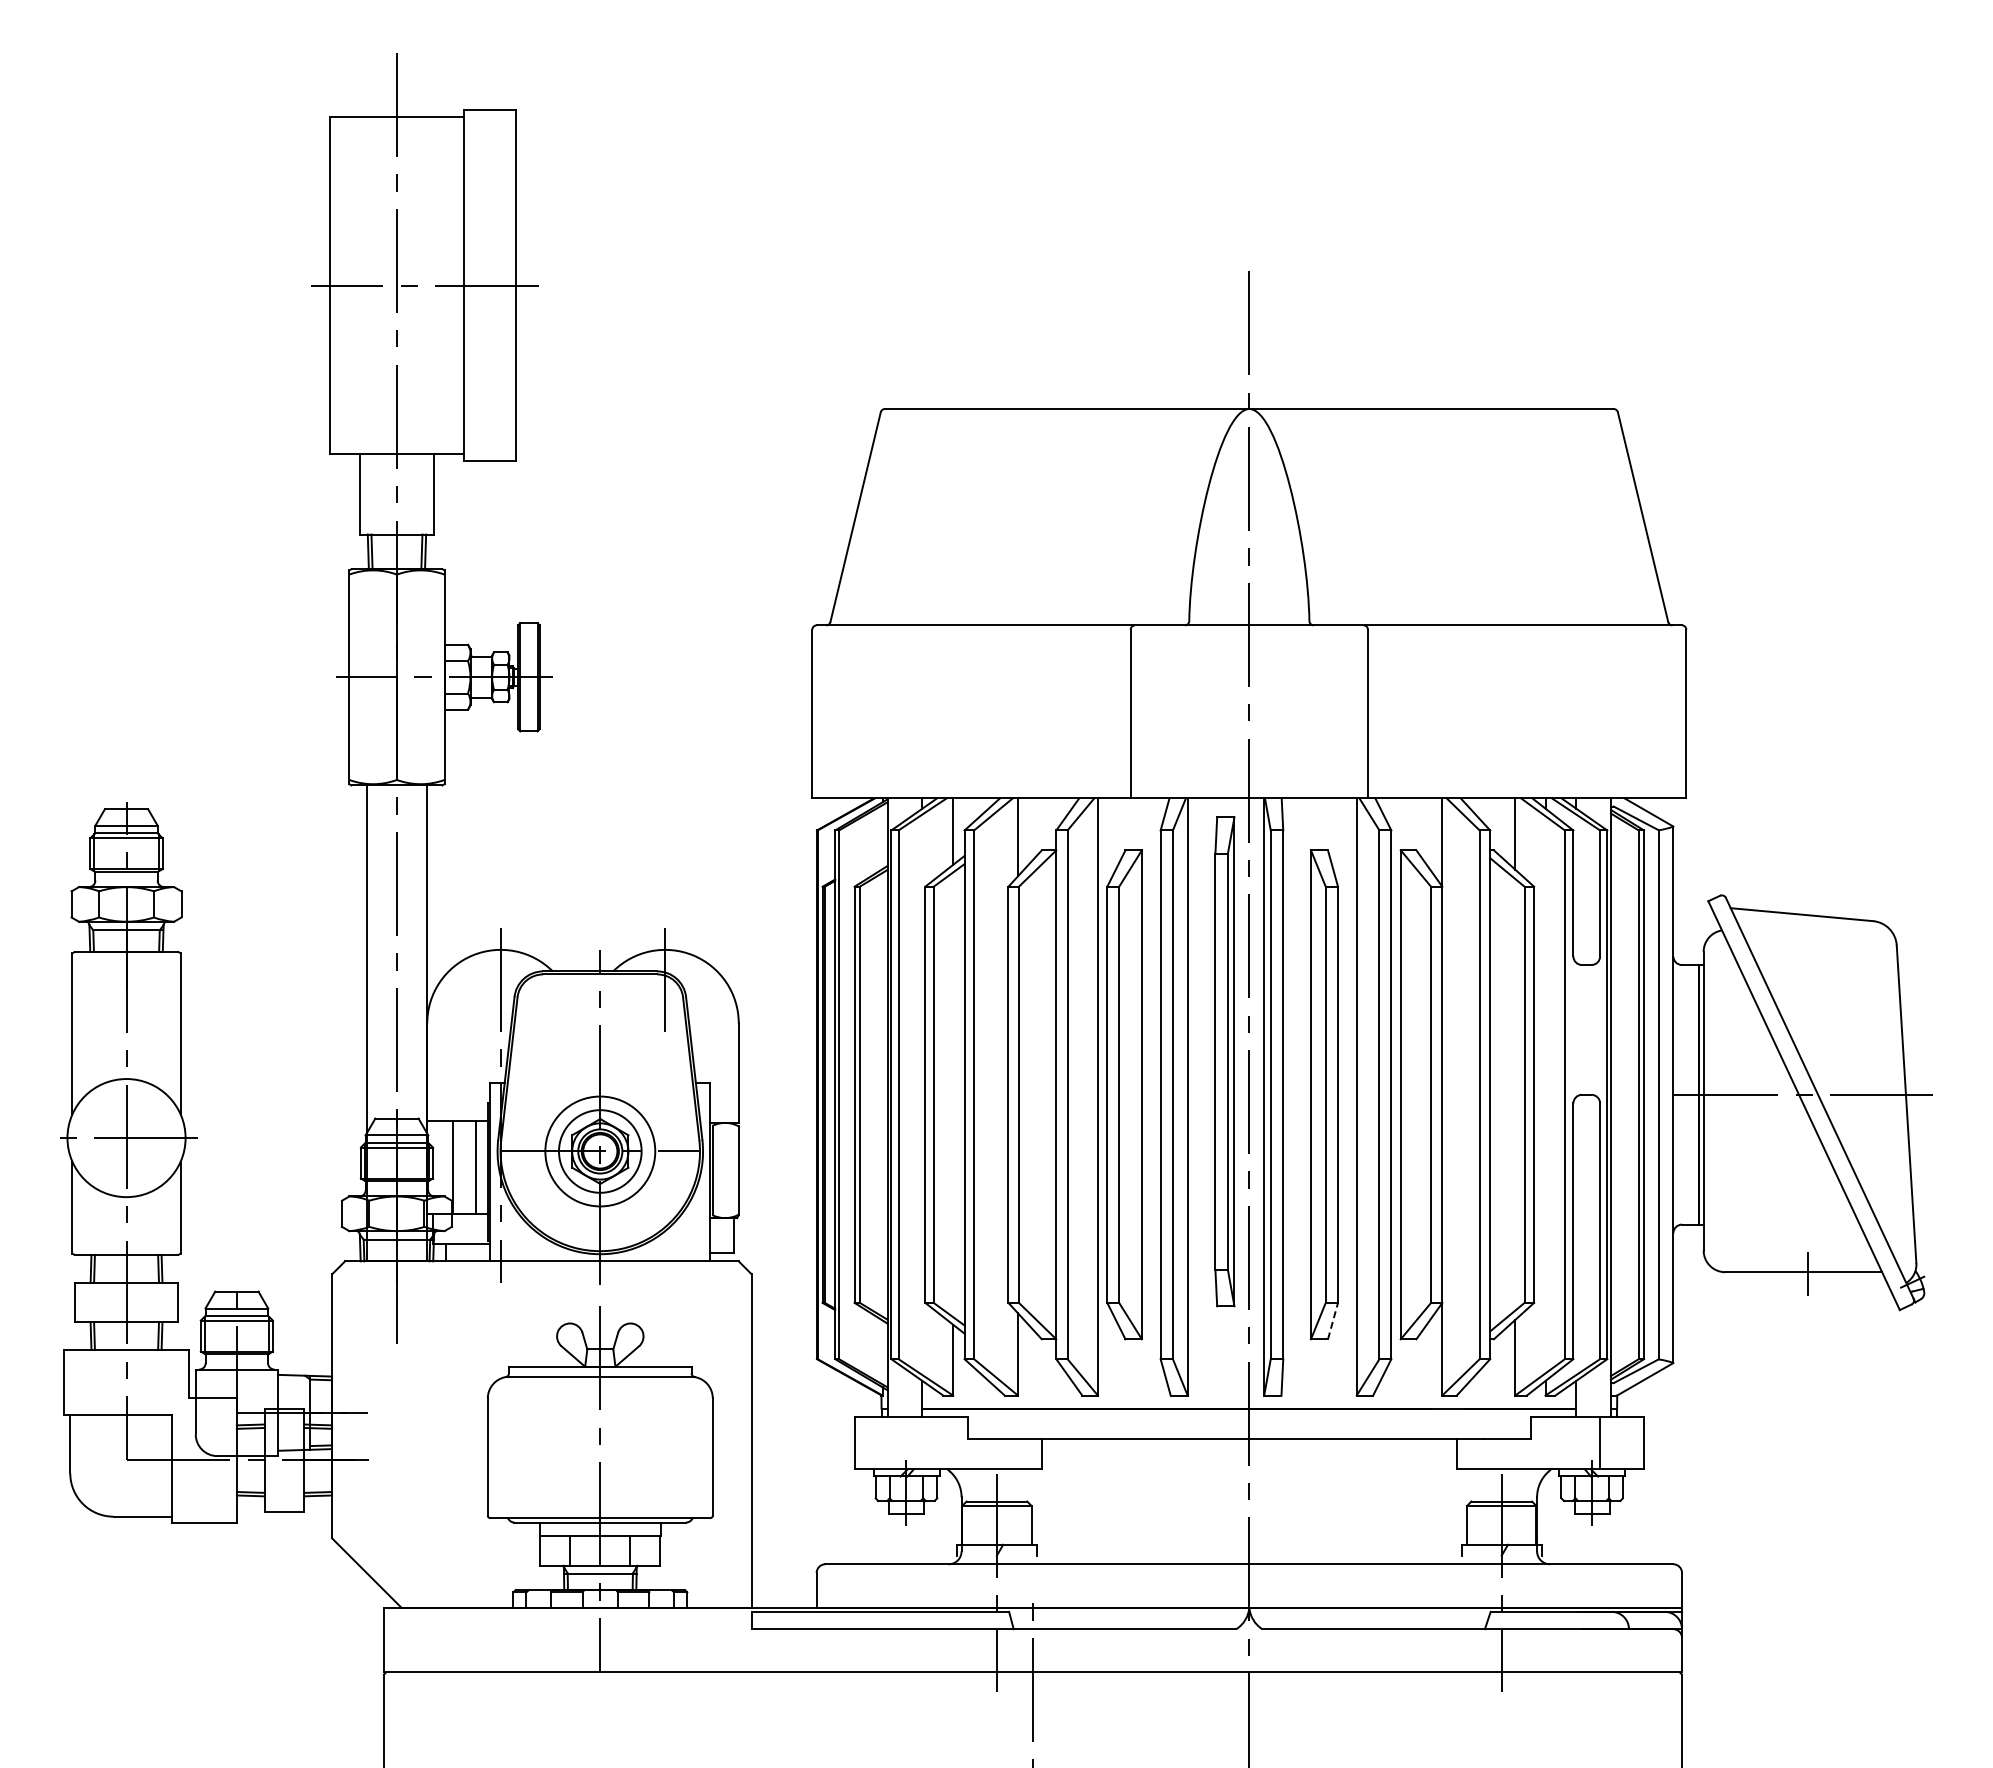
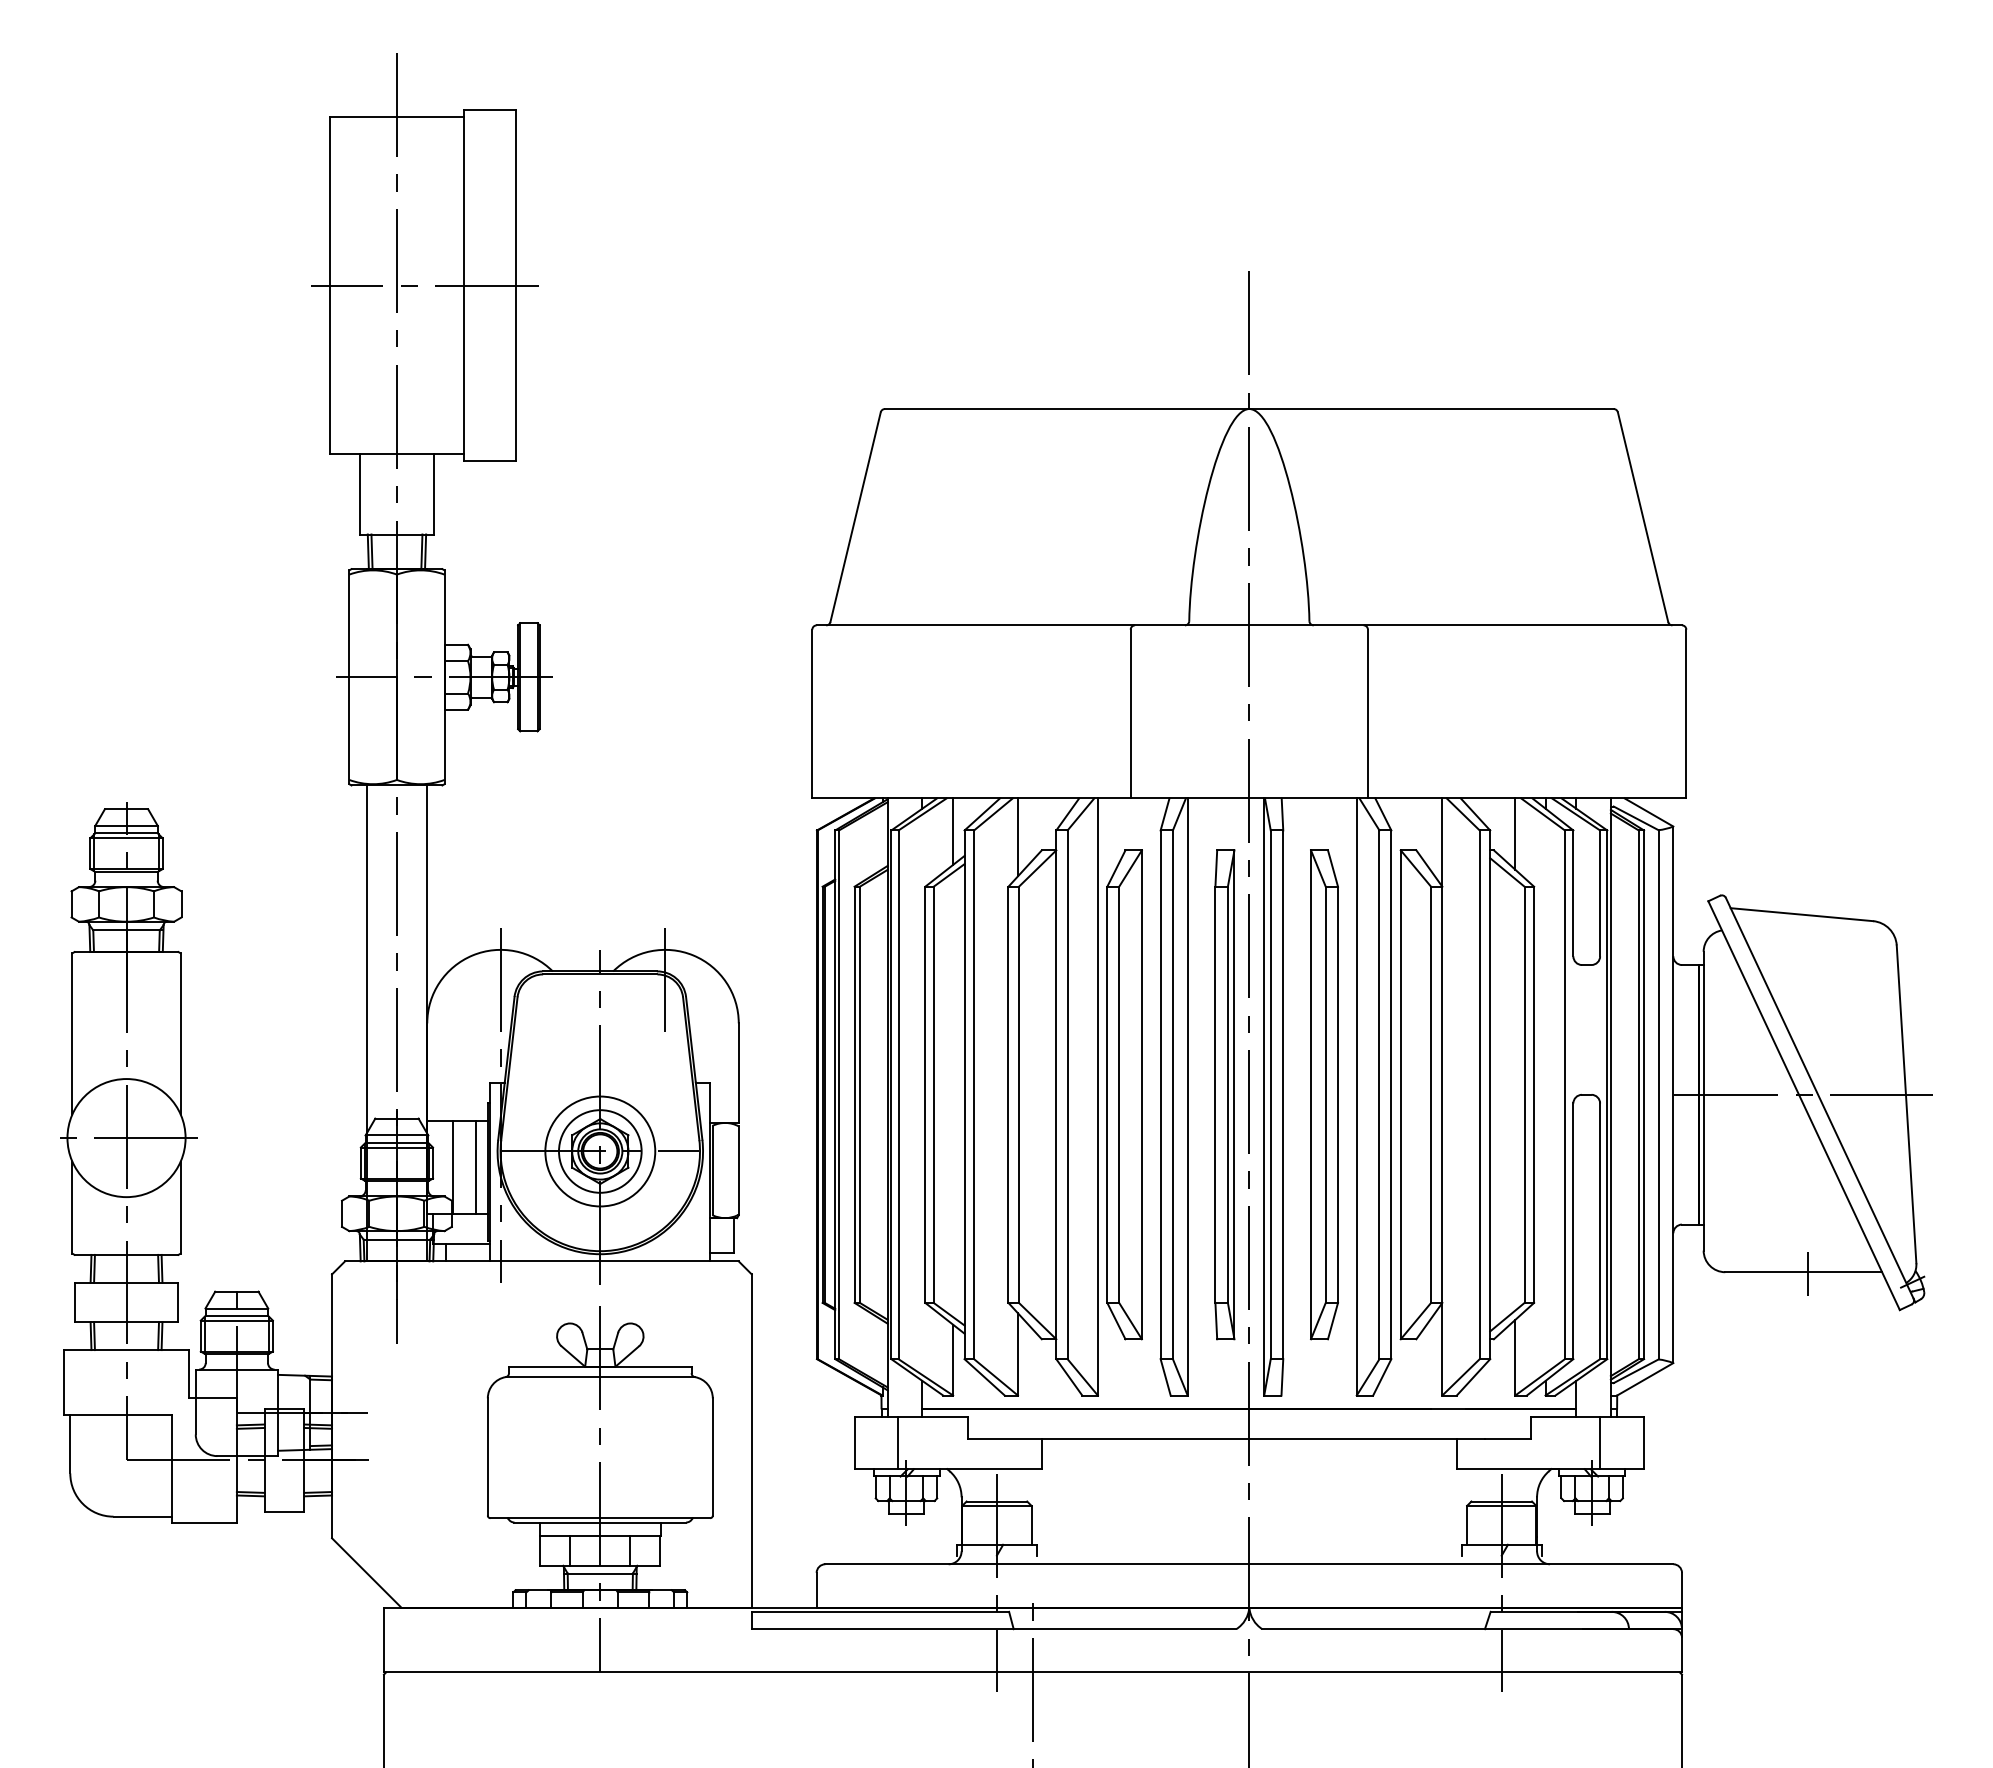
part at (1224, 1061) position: (1224, 1061) -> (1224, 1094)
line at (1333, 1321): dashed -> solid
line at (898, 1443): none -> present
